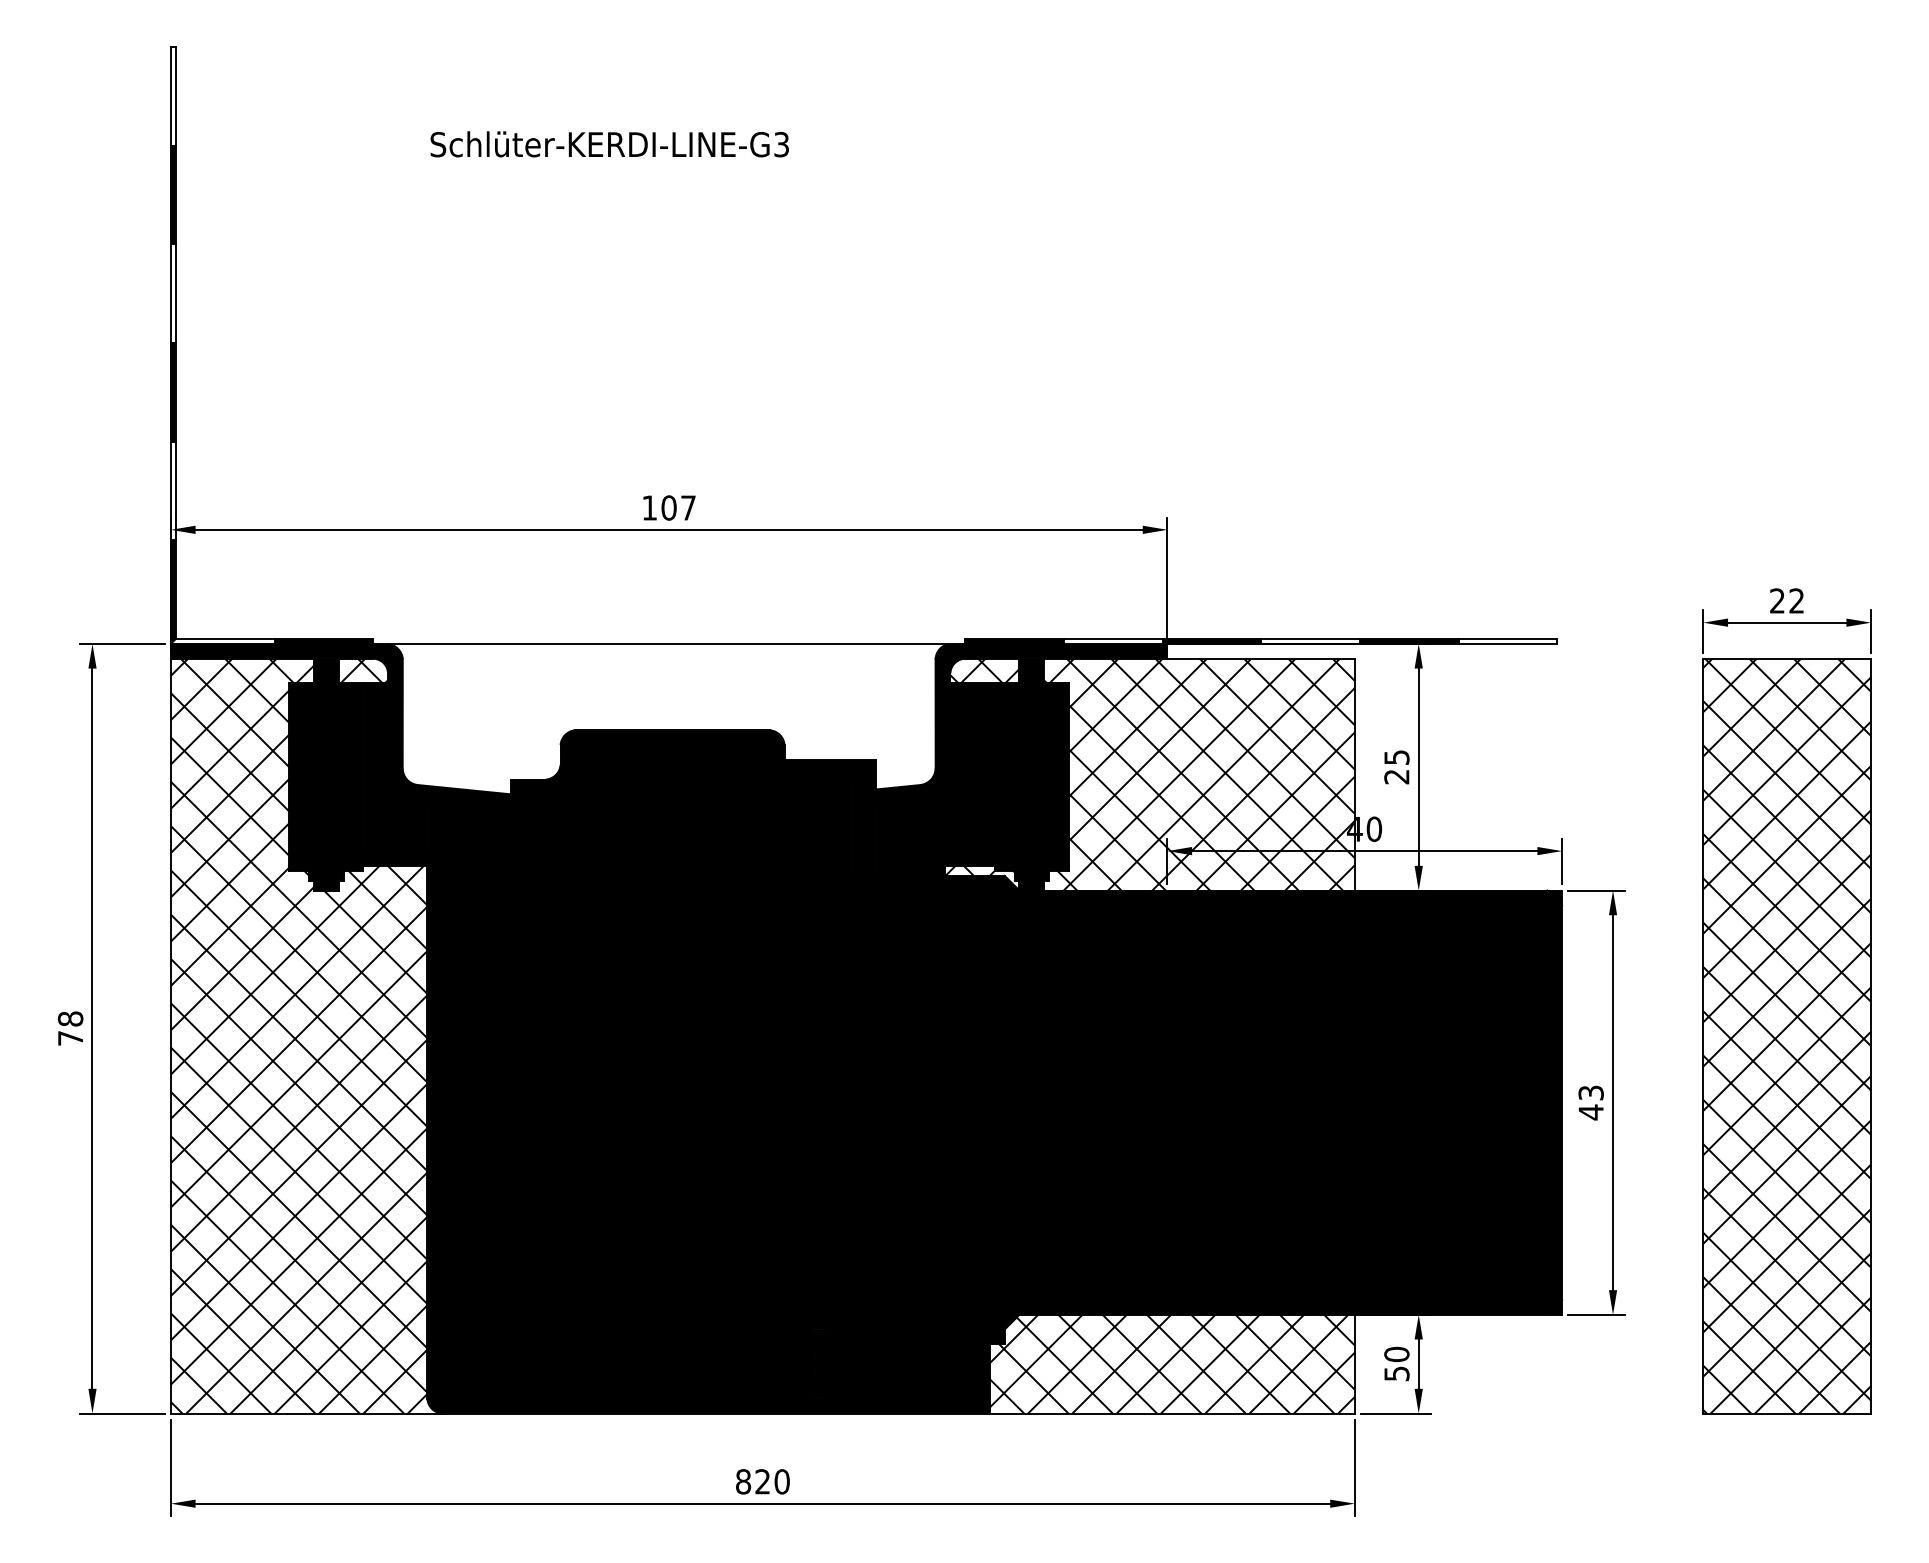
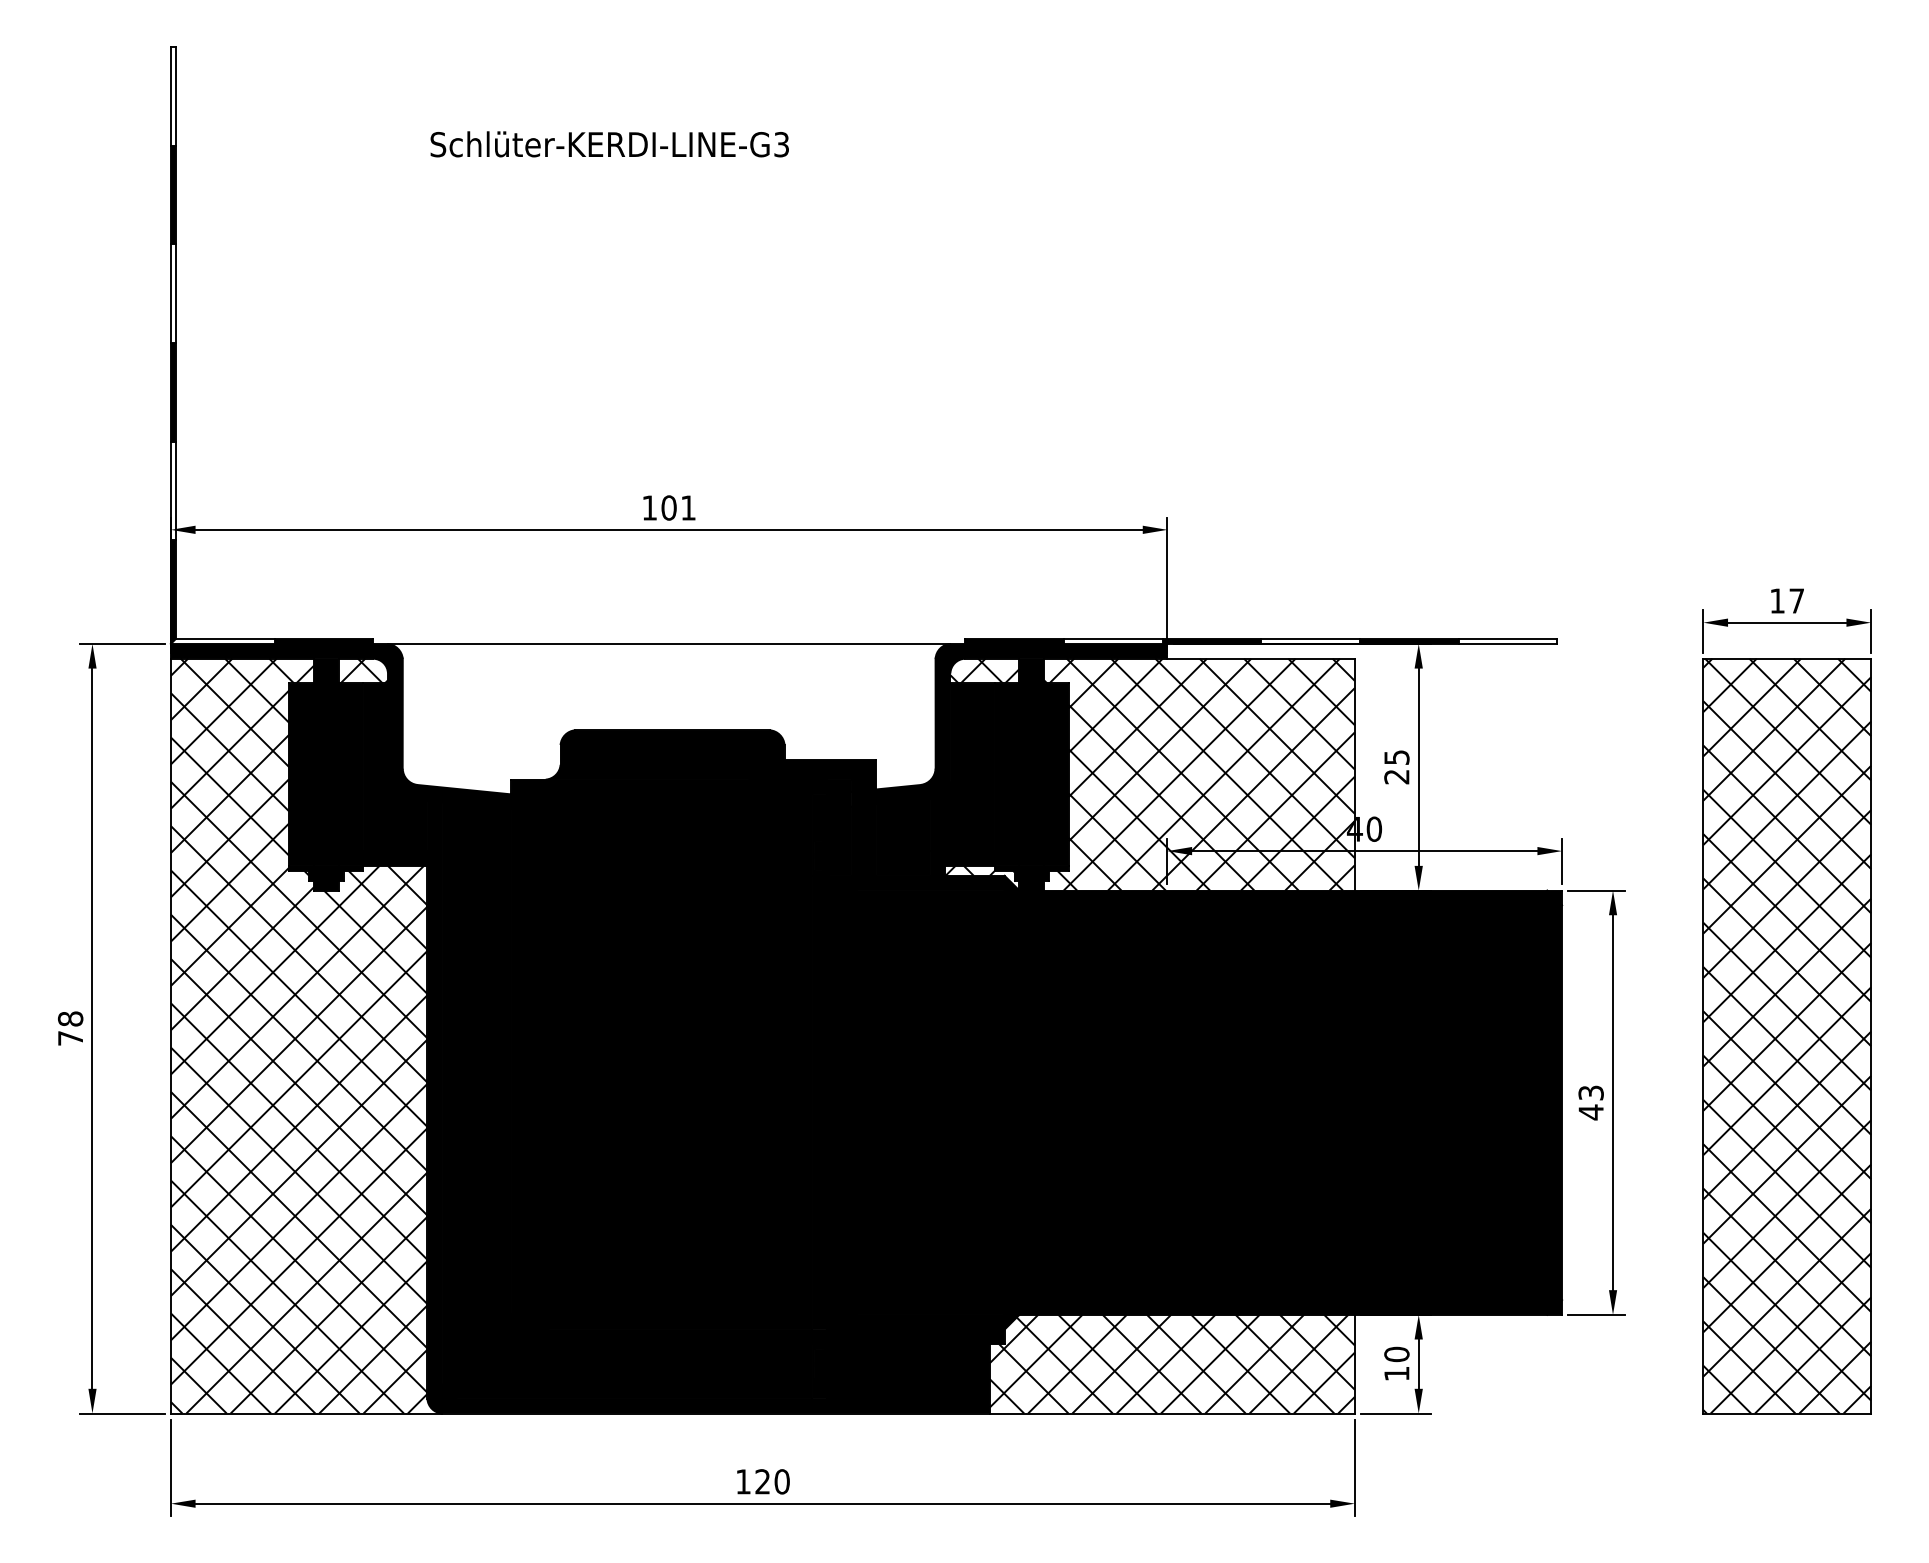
text at (688, 507): 107 -> 101
text at (1786, 600): 22 -> 17
text at (1396, 1373): 50 -> 10
text at (743, 1481): 820 -> 120
